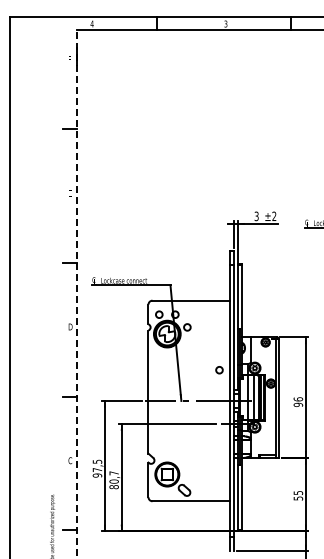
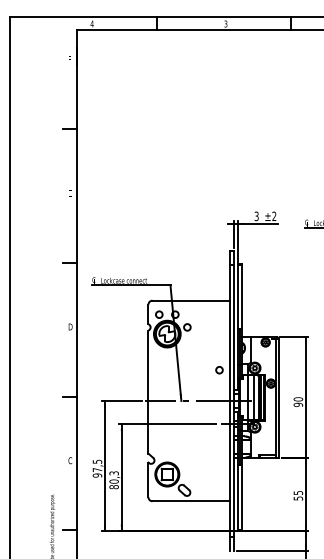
line at (76, 294): dashed -> solid
text at (297, 399): 96 -> 90
text at (113, 473): 80,7 -> 80,3
